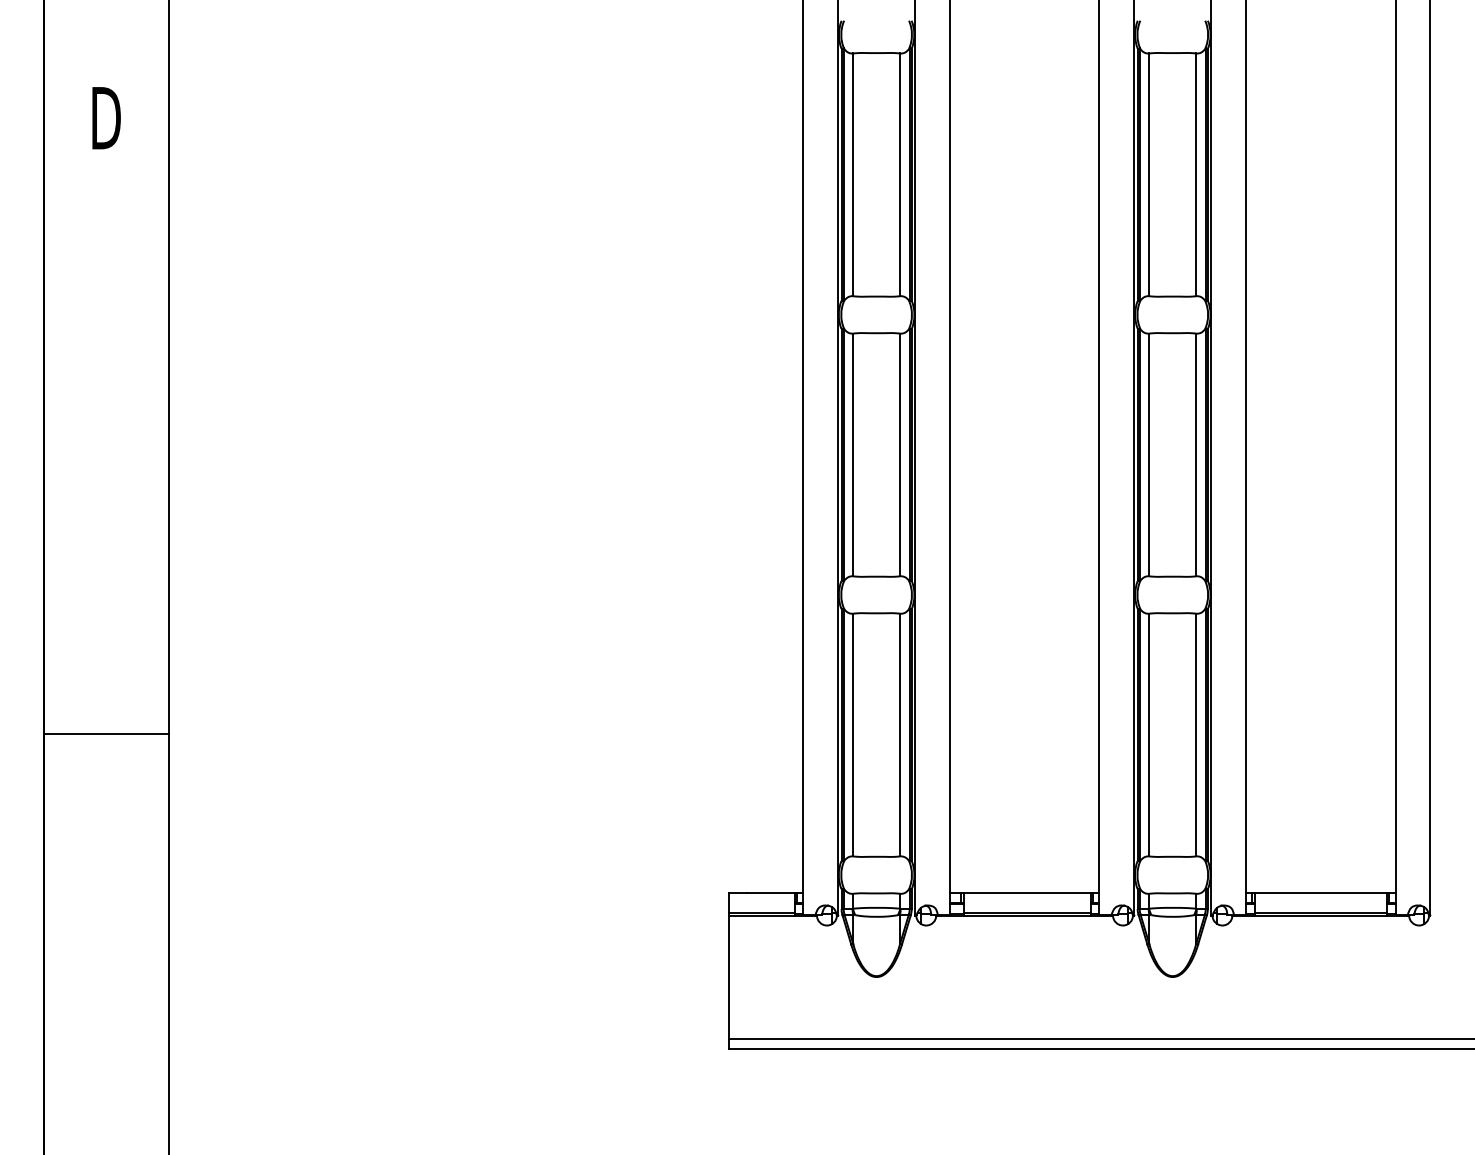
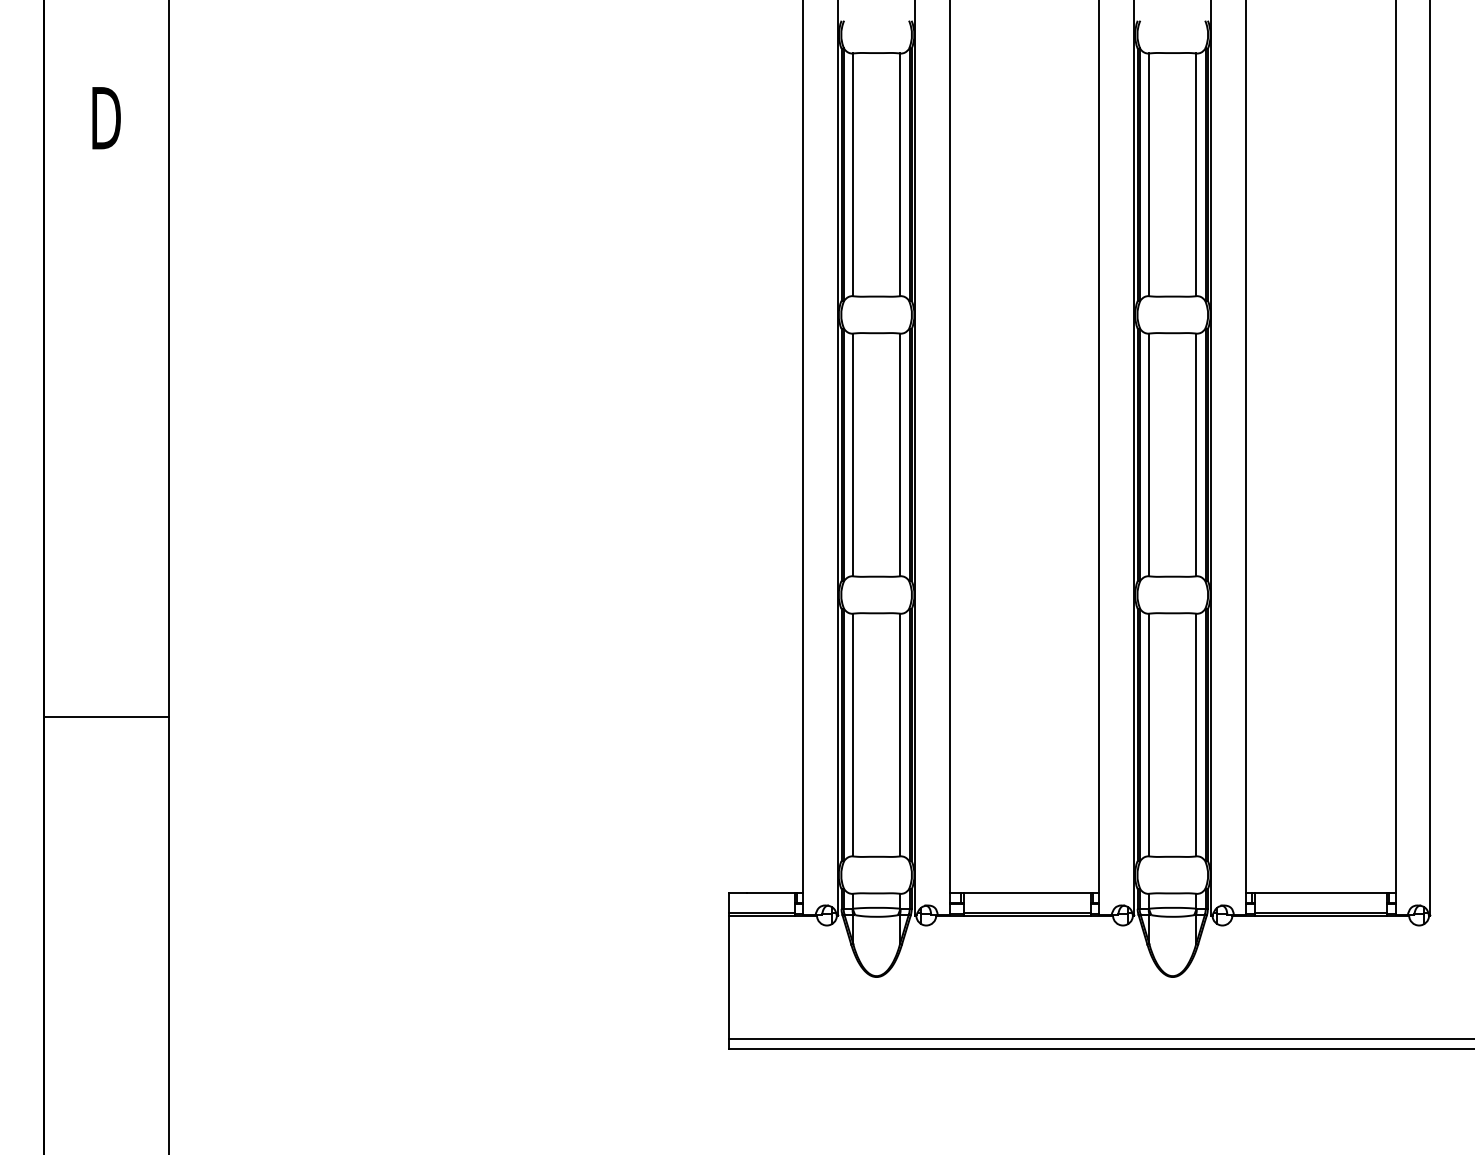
line at (106, 733) position: (106, 733) -> (106, 716)
